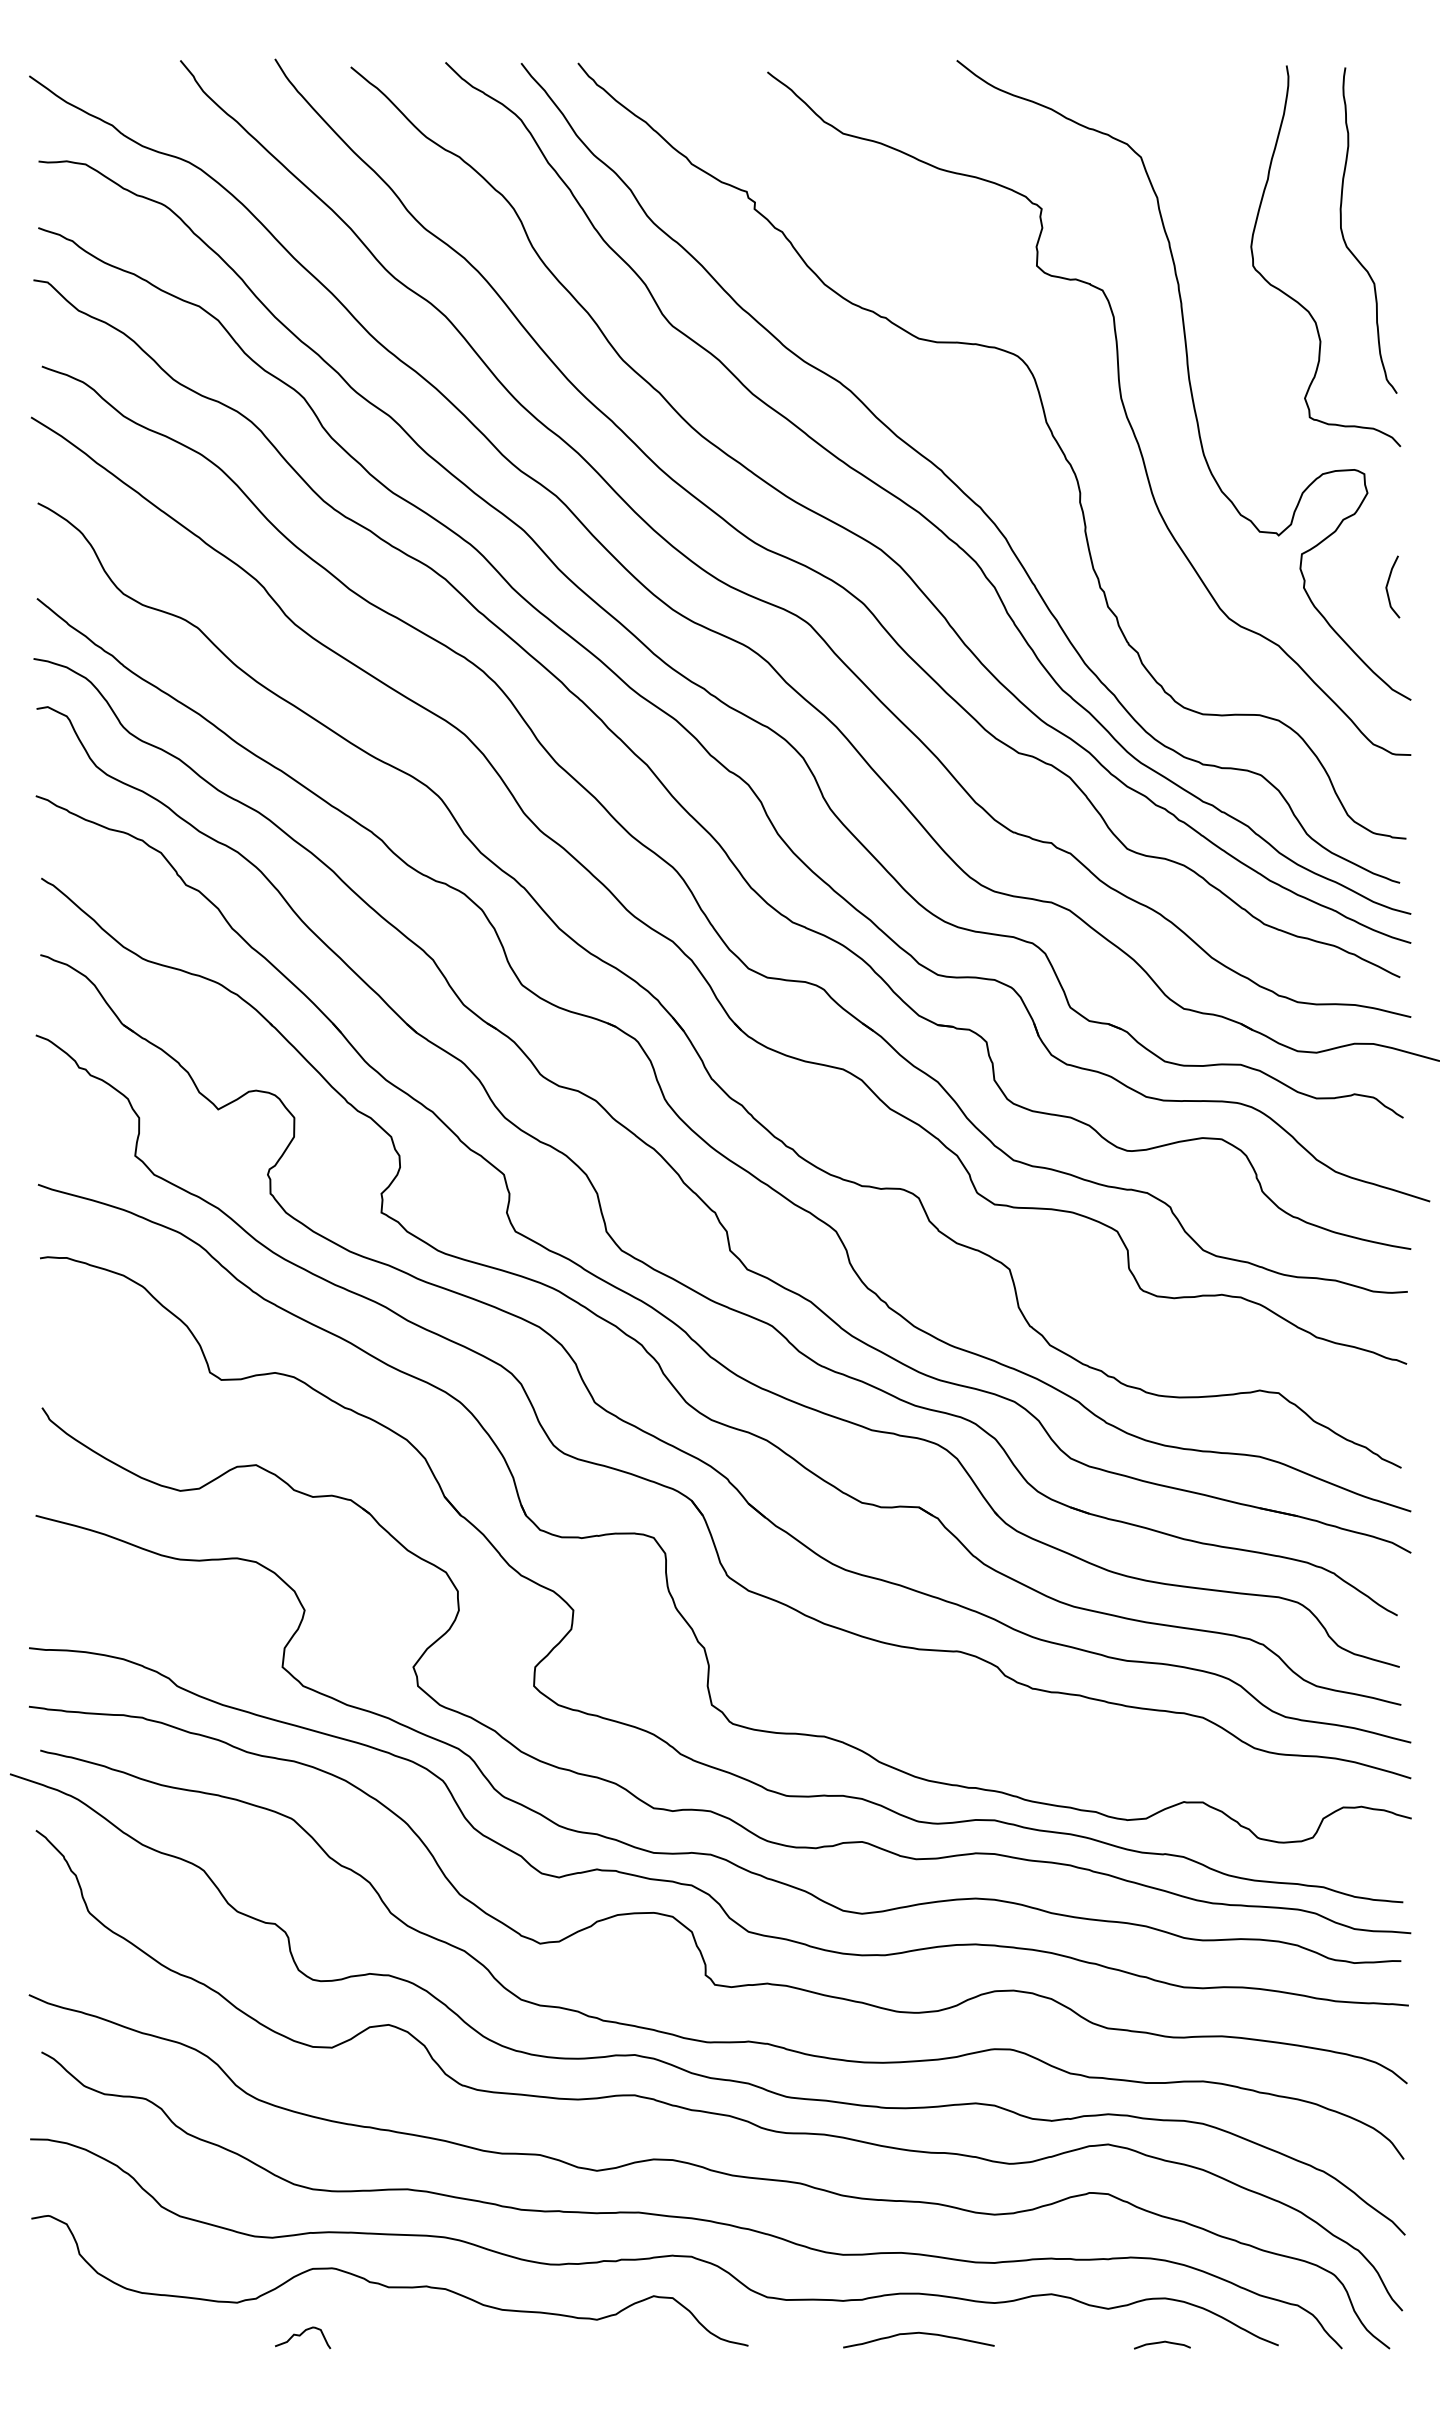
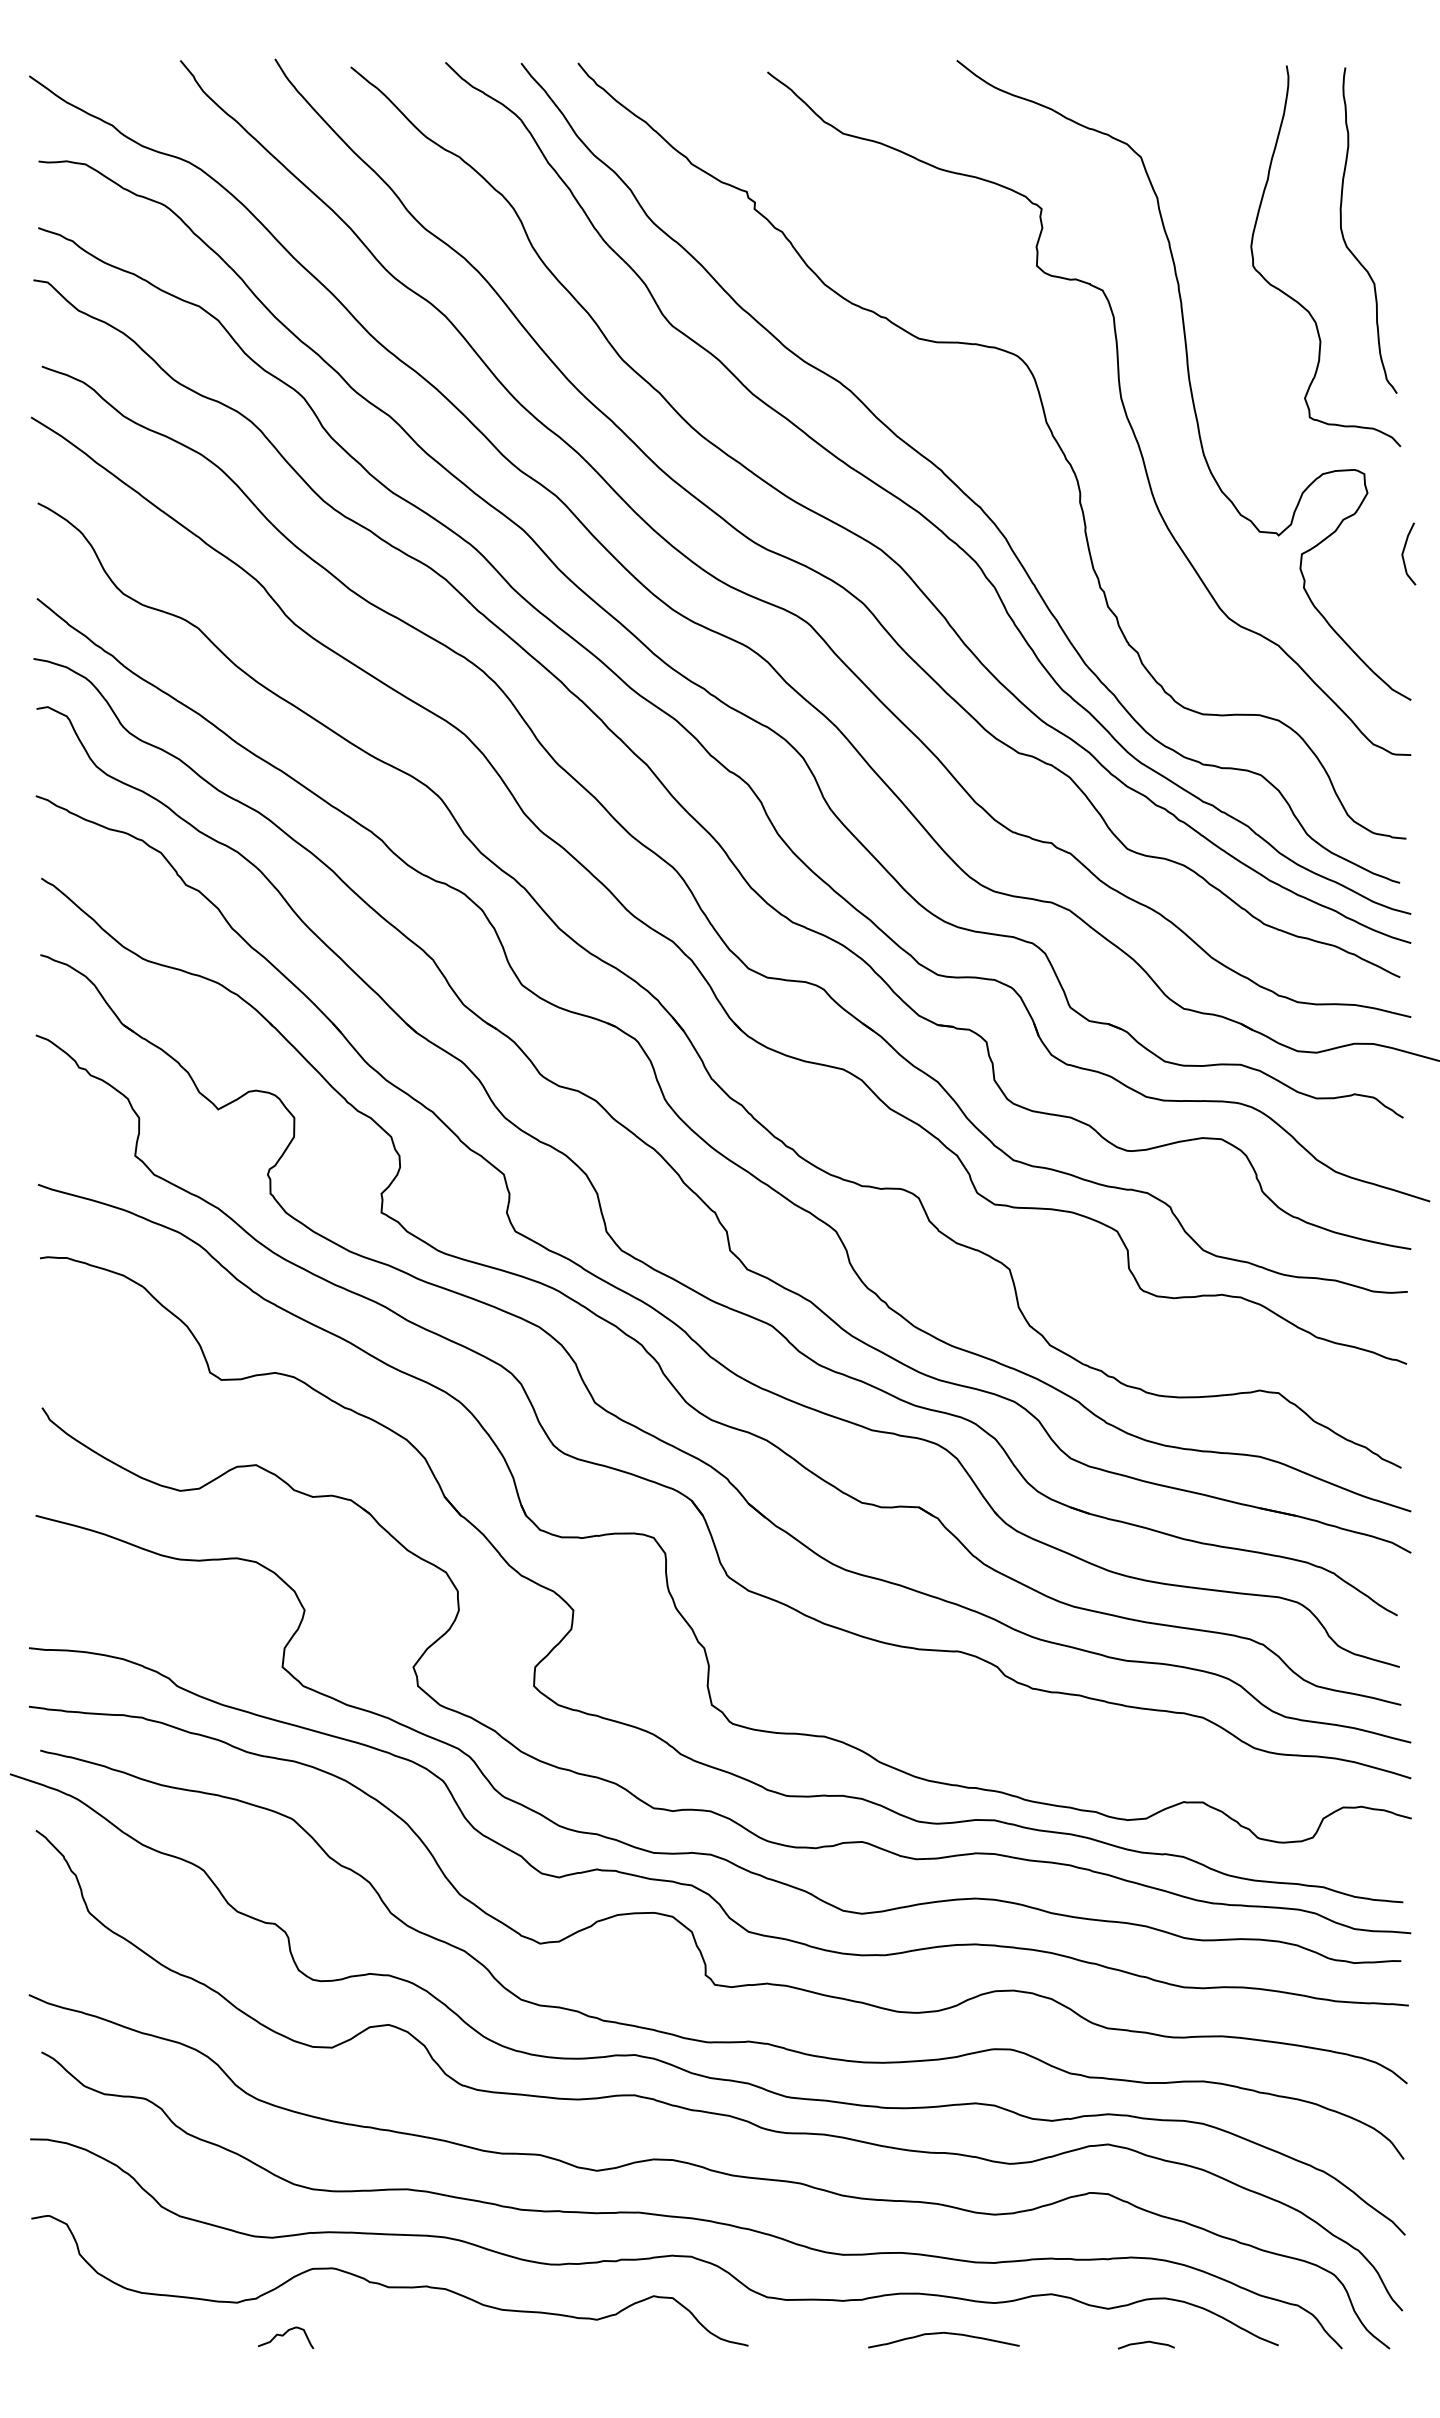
curve at (1388, 584) position: (1388, 584) -> (1404, 551)
curve at (918, 2333) position: (918, 2333) -> (943, 2333)
curve at (301, 2335) position: (301, 2335) -> (284, 2335)
curve at (1161, 2343) position: (1161, 2343) -> (1145, 2343)
